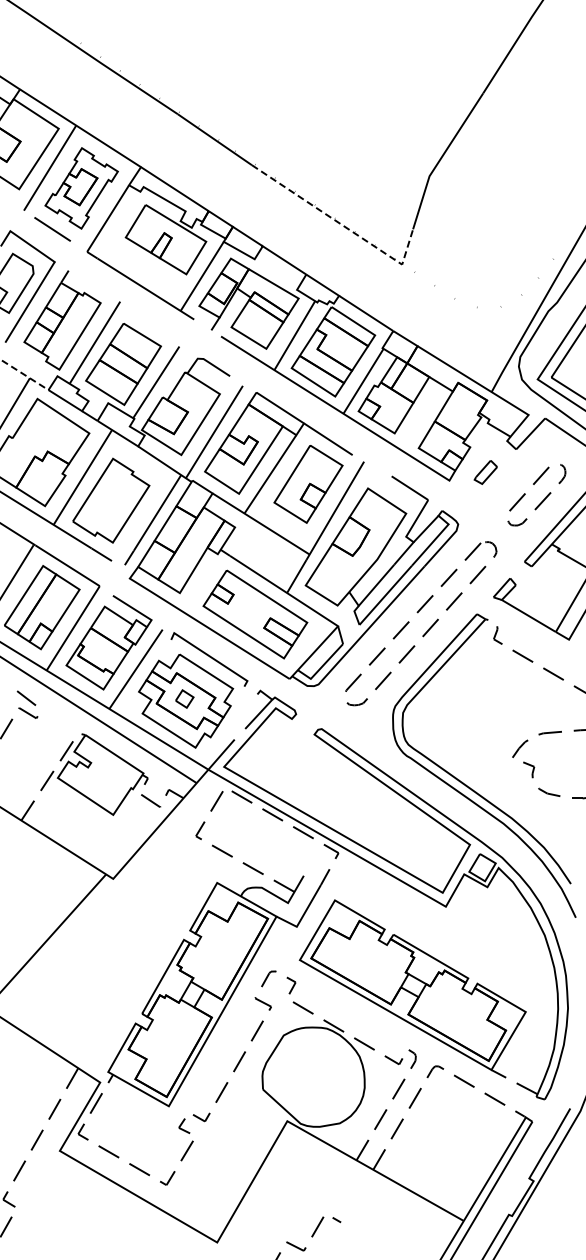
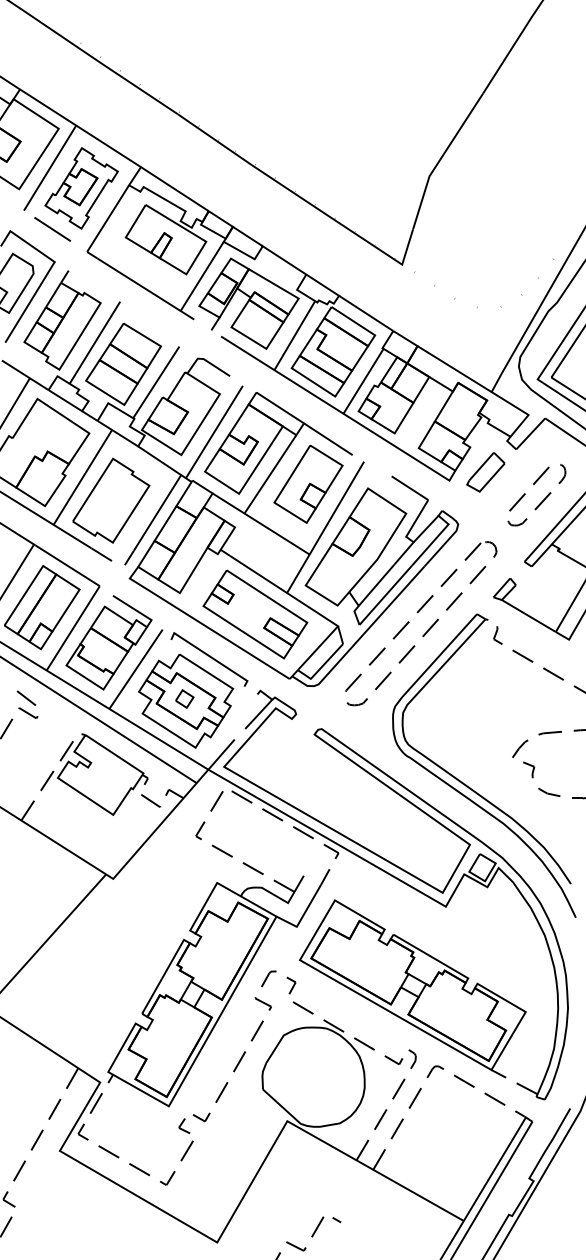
line at (342, 225): dashed -> solid
line at (25, 375): dashed -> solid
part at (485, 472) size: 25x25 px -> 40x41 px
